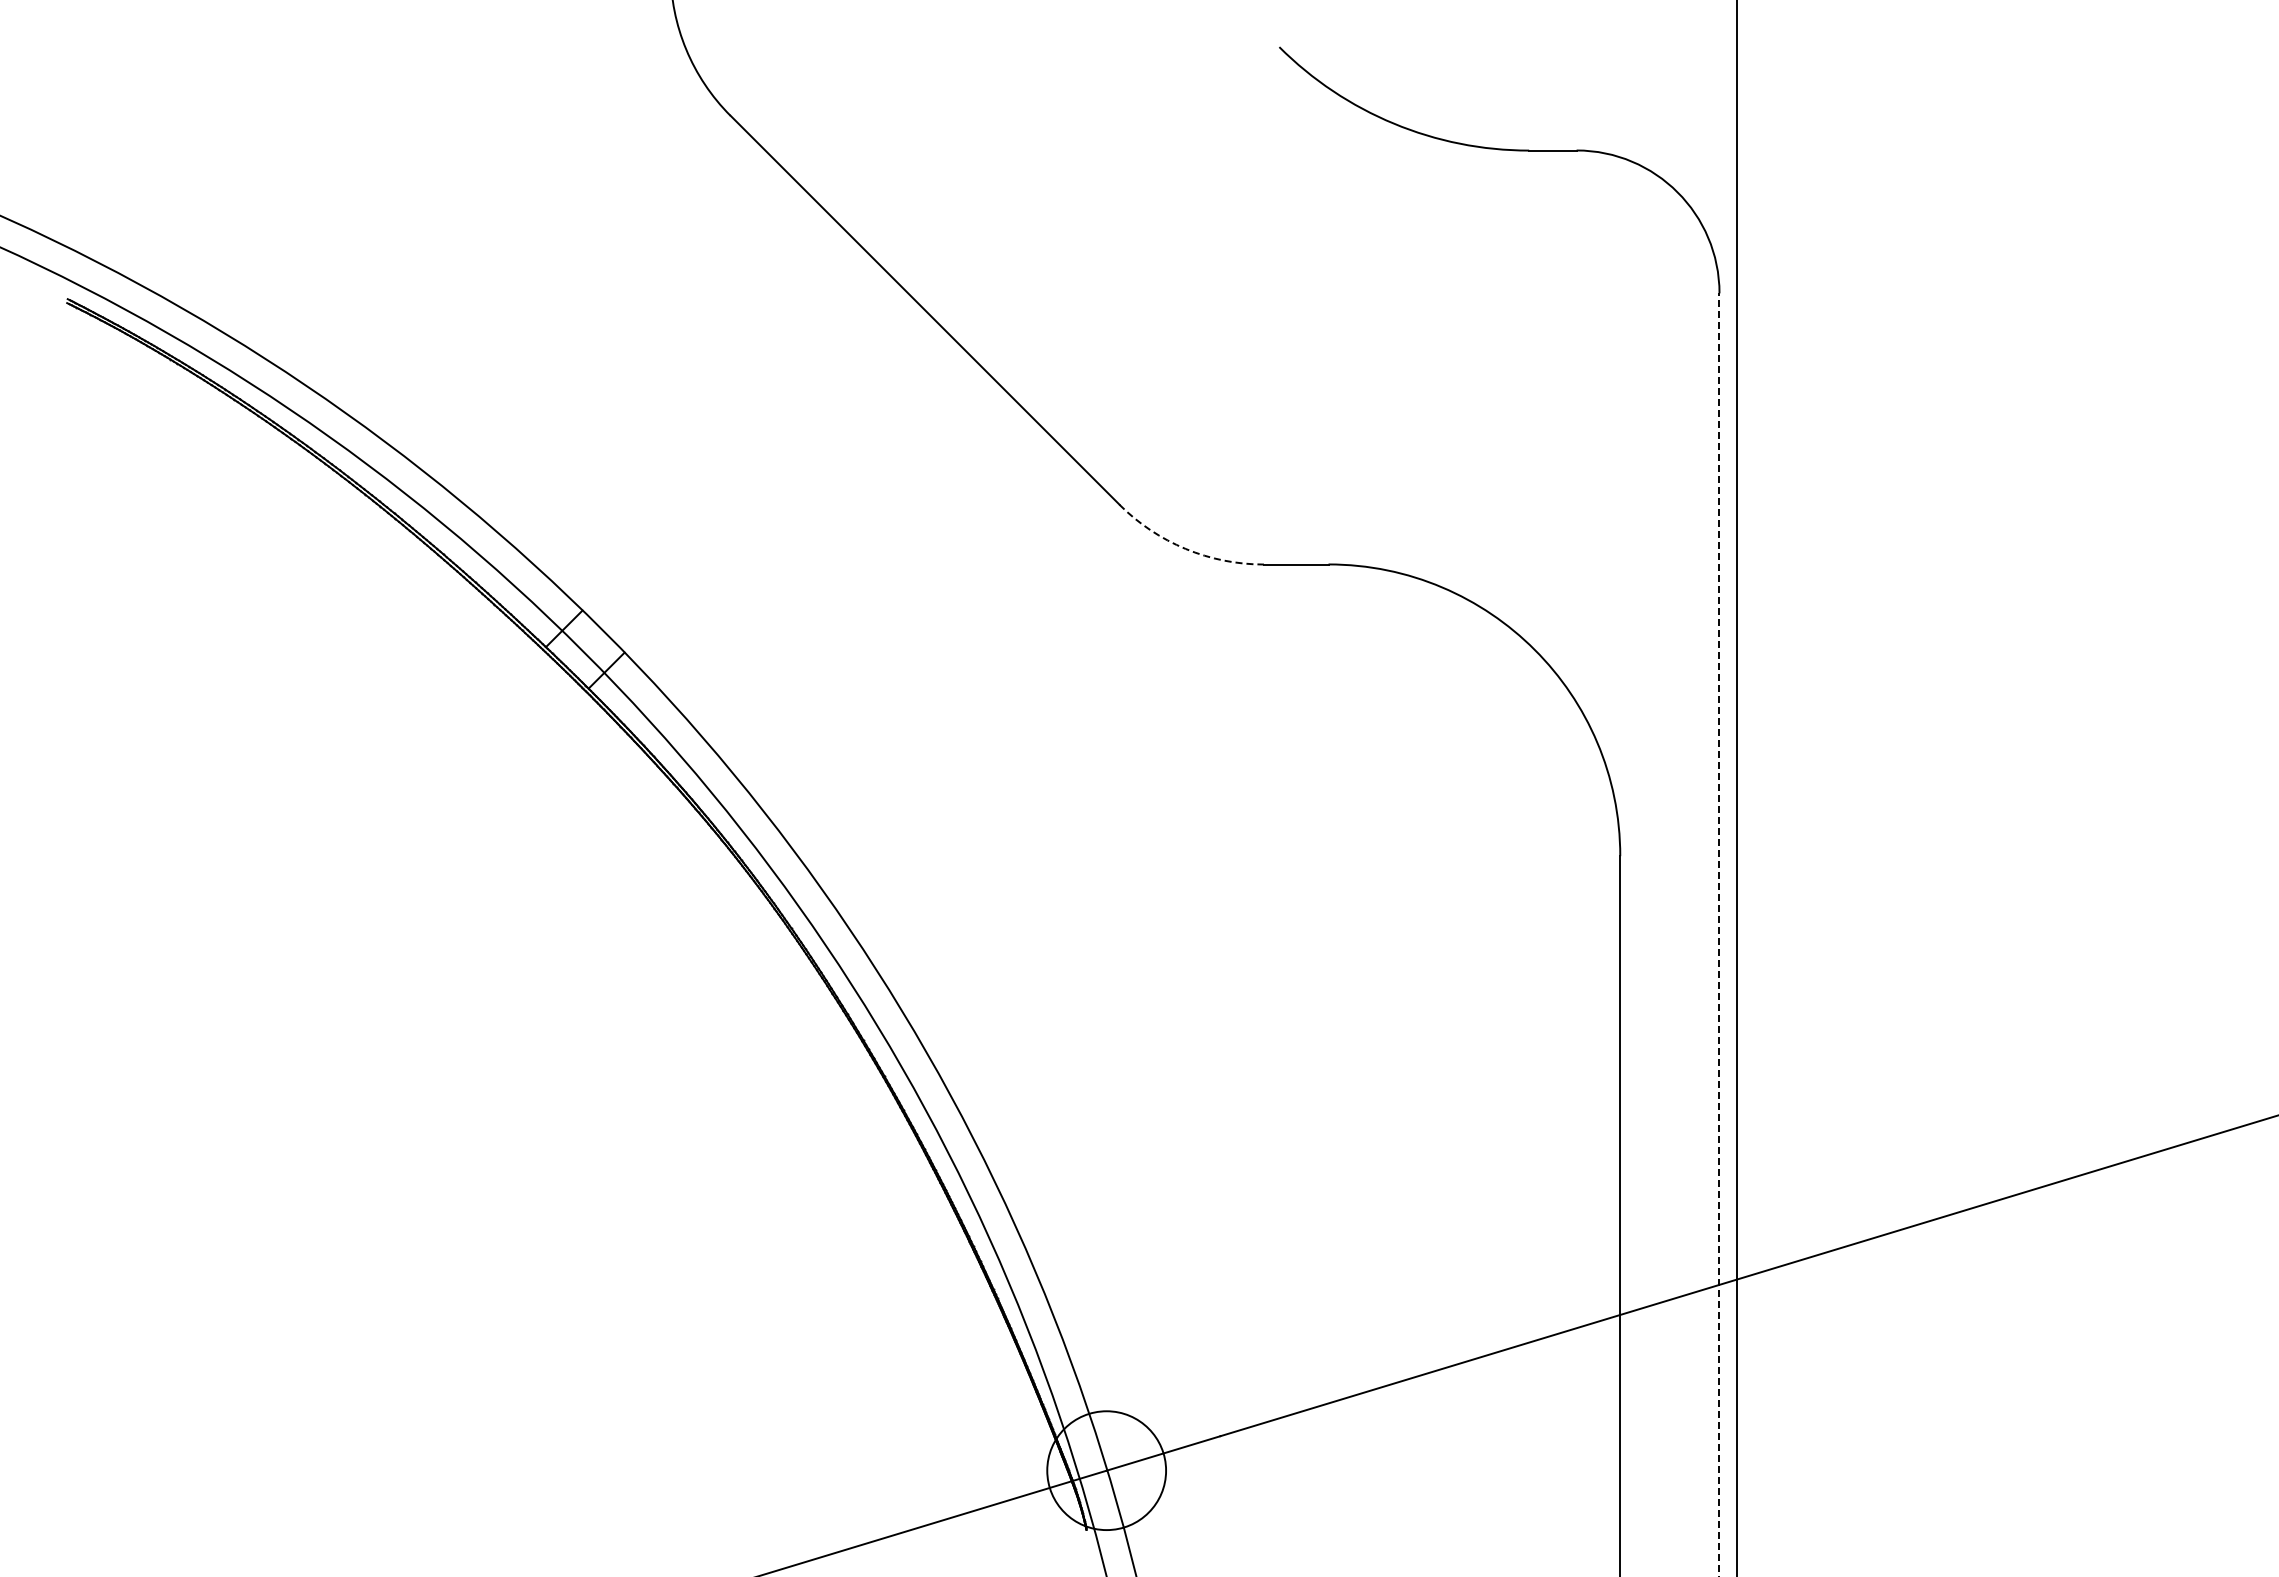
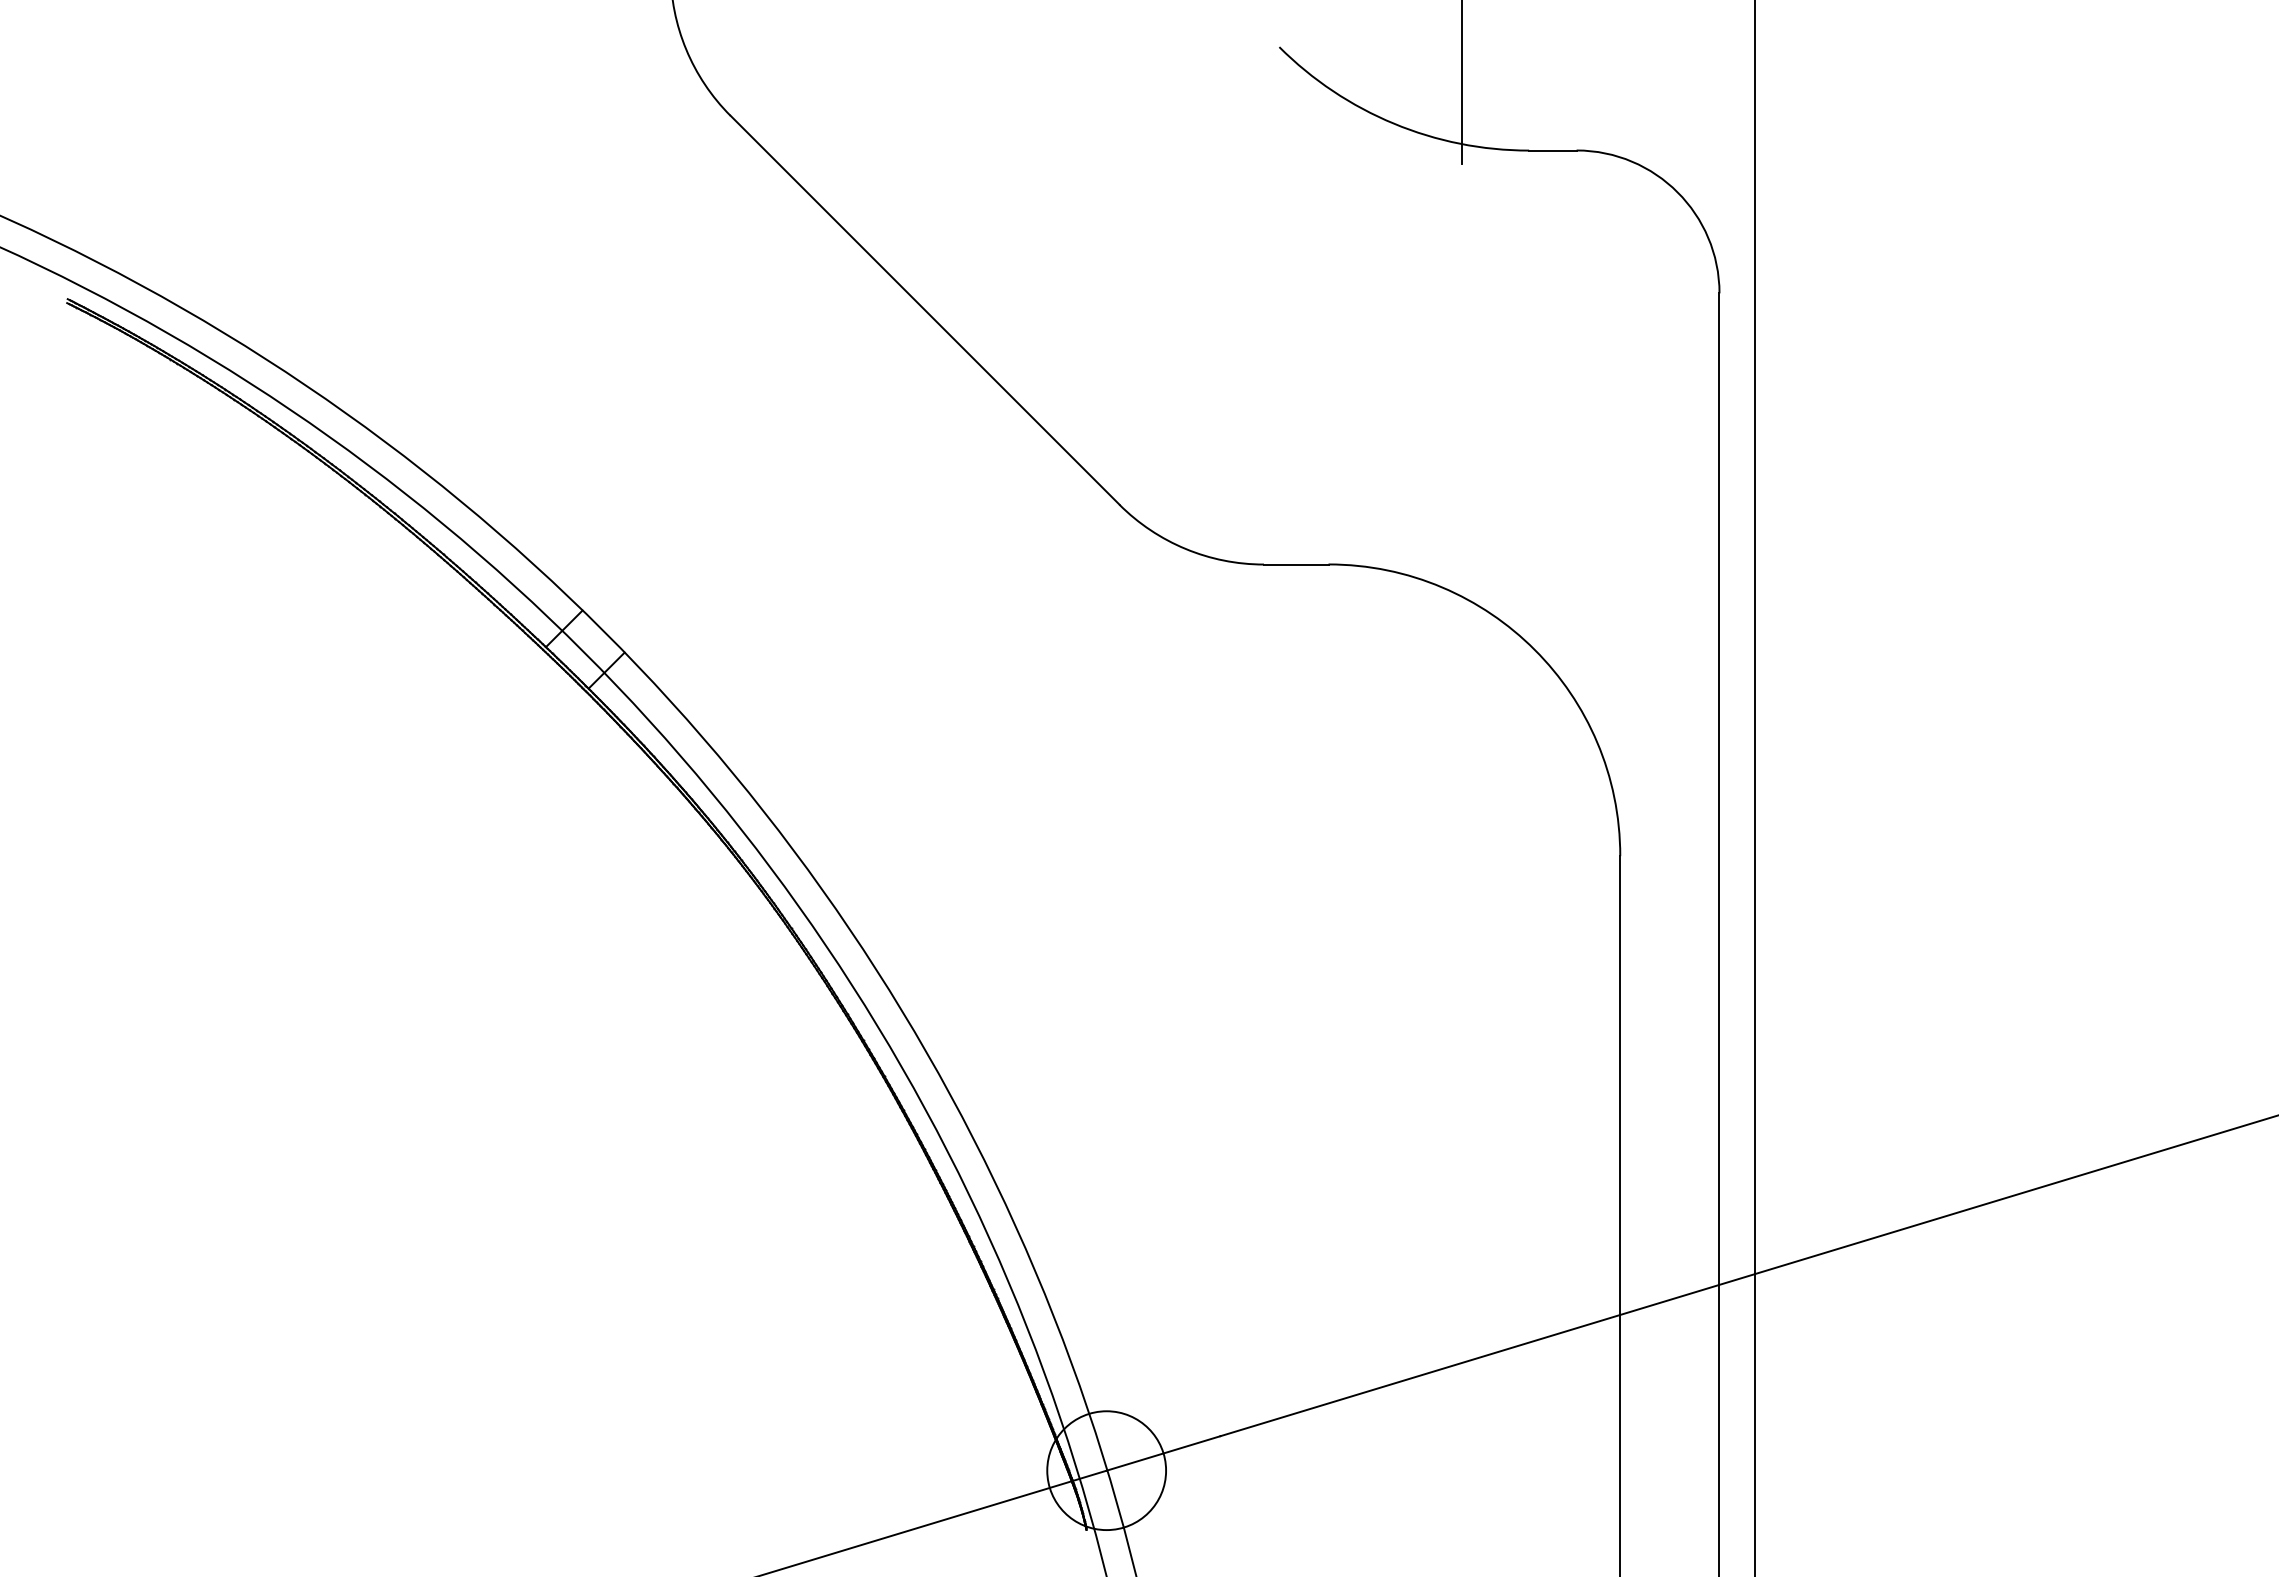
line at (1462, 83): none -> present
arc at (1185, 548): dashed -> solid
line at (1737, 787) position: (1737, 787) -> (1755, 787)
line at (1719, 934): dashed -> solid
